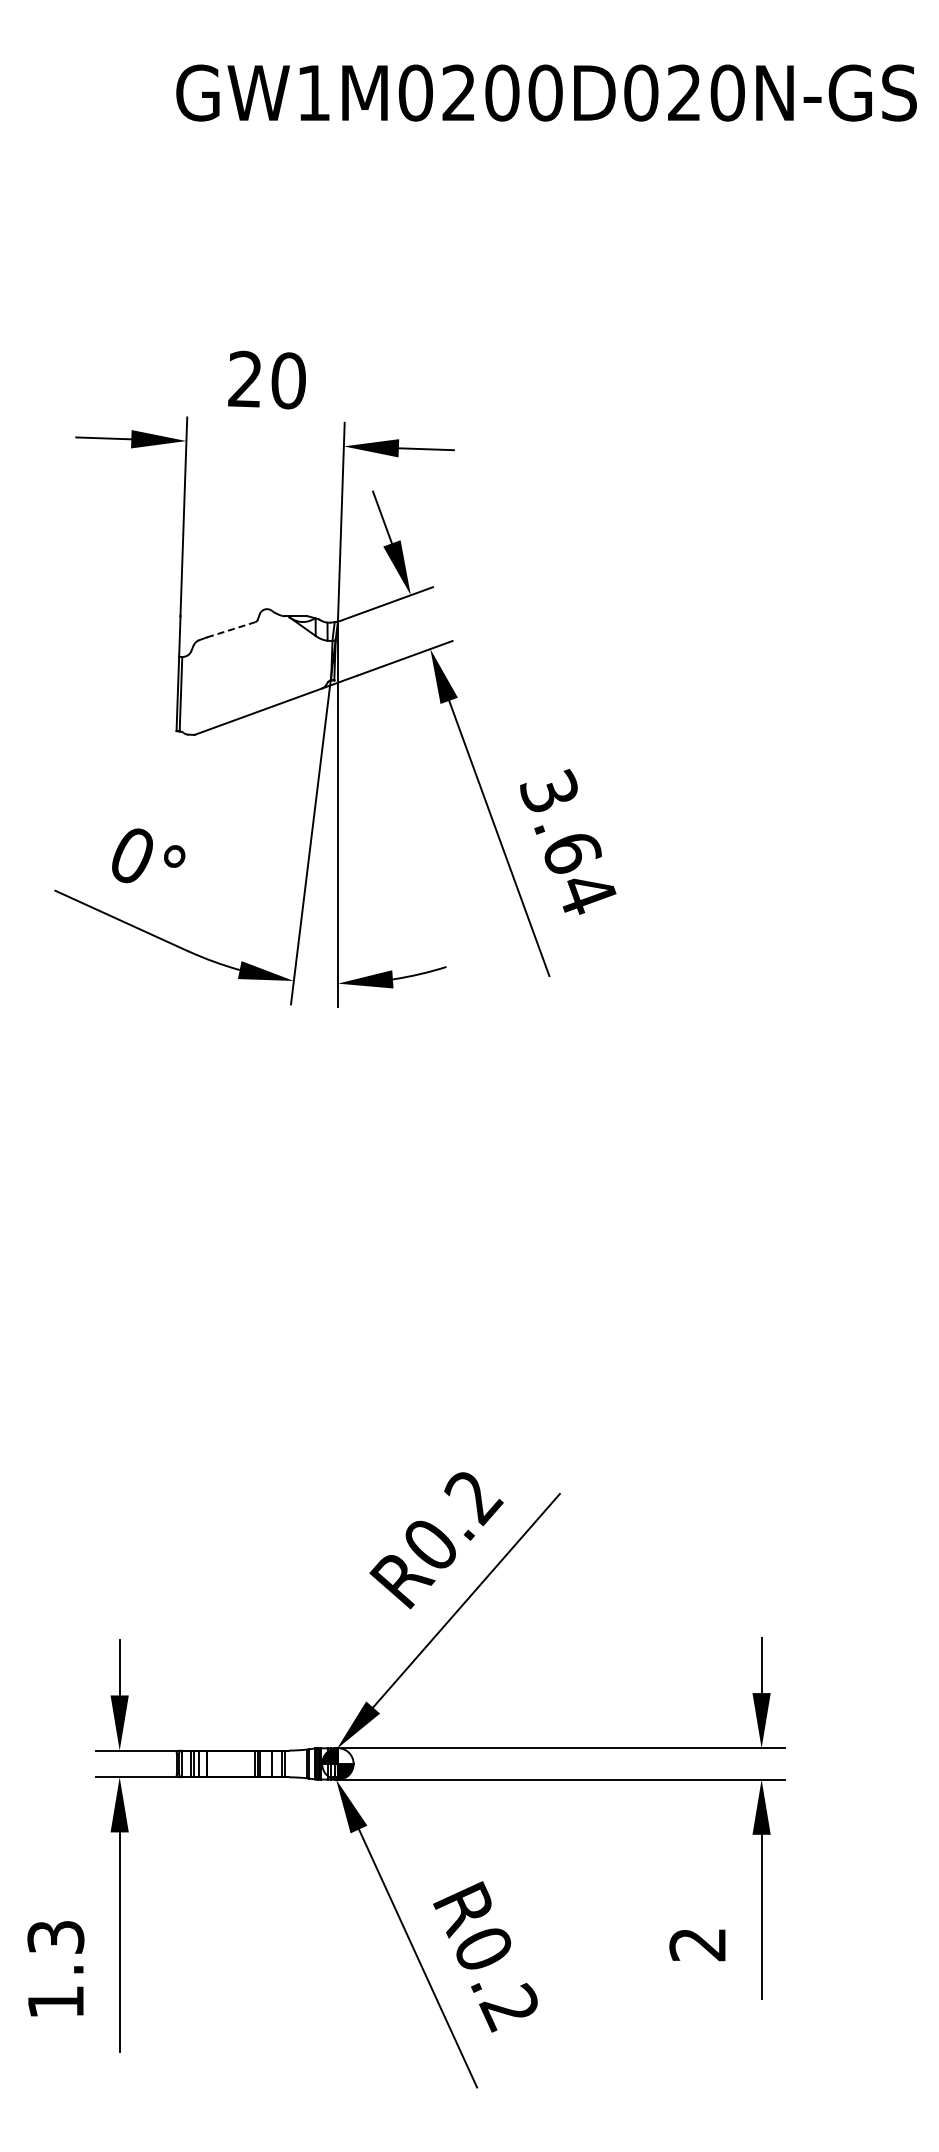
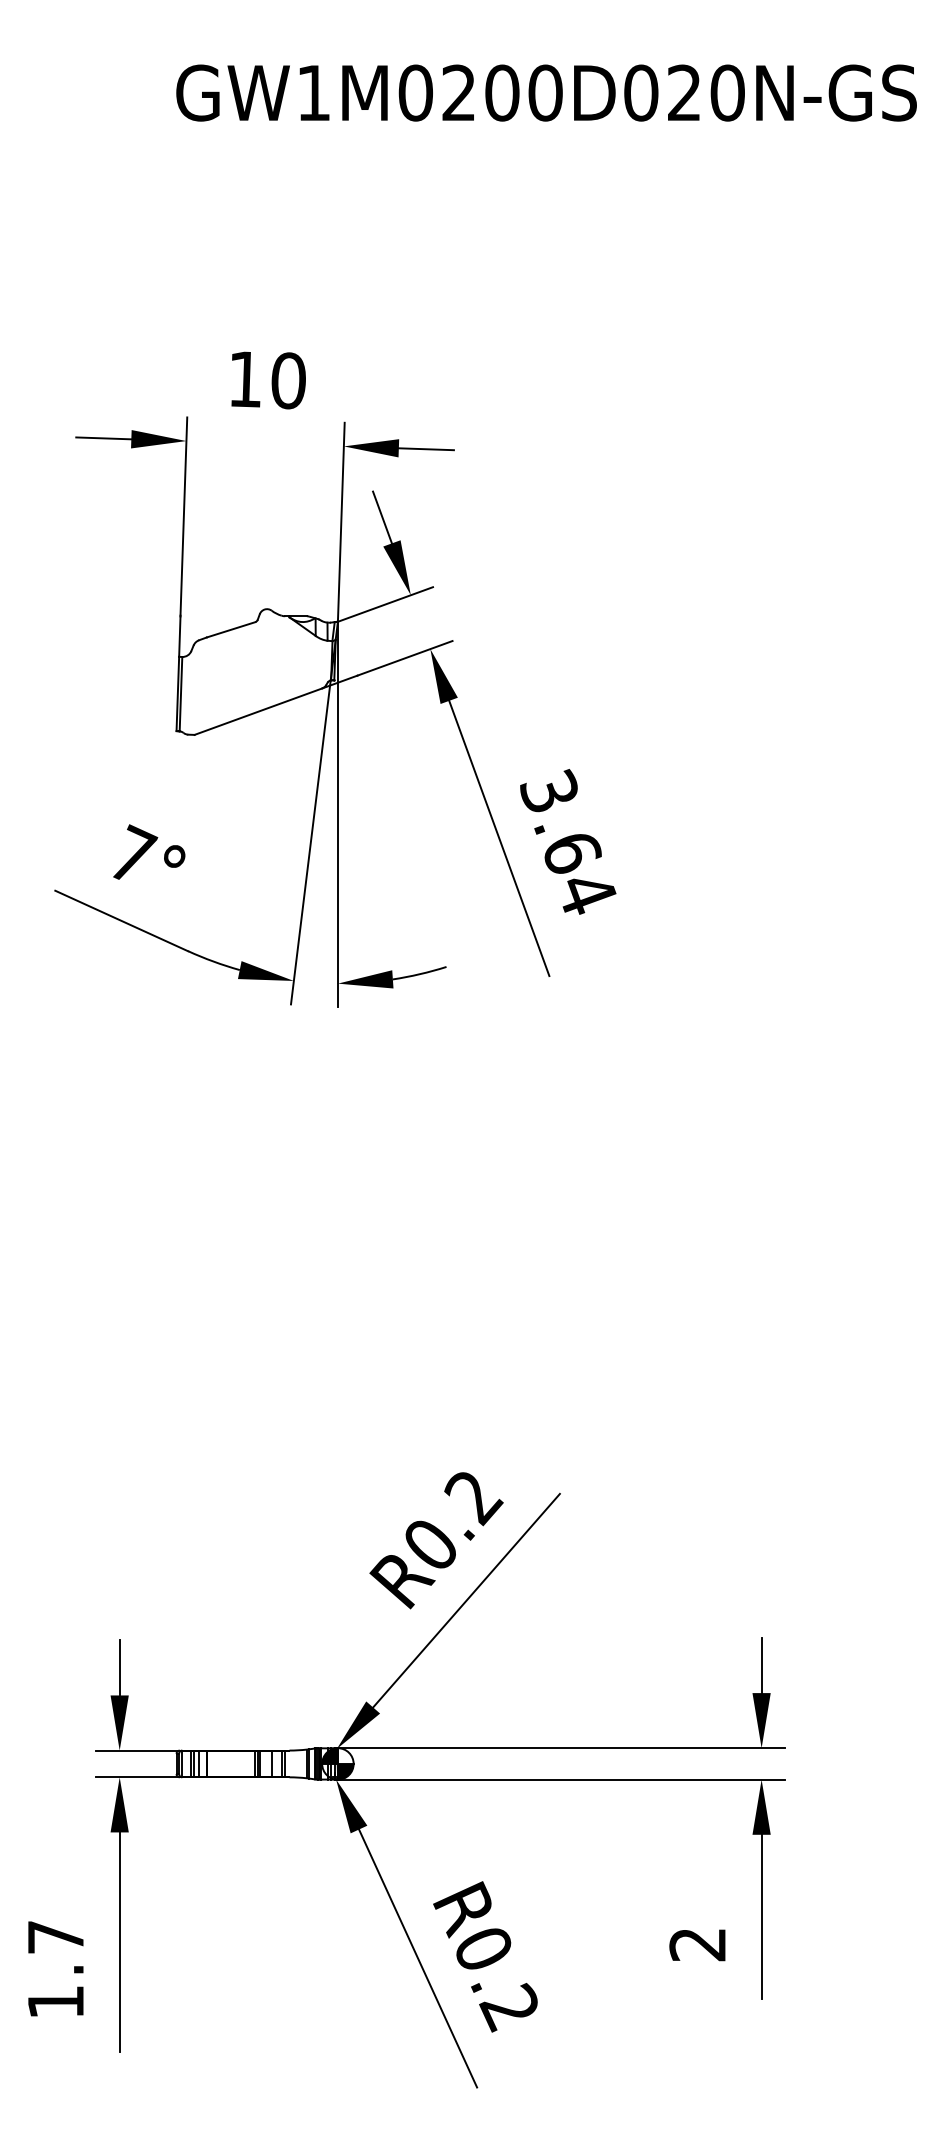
text at (244, 378): 20 -> 10
line at (231, 629): dashed -> solid
text at (135, 853): 0° -> 7°
text at (55, 1937): 1.3 -> 1.7
